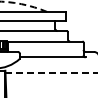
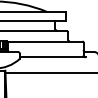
arc at (23, 4): dashed -> solid
line at (51, 72): dashed -> solid
